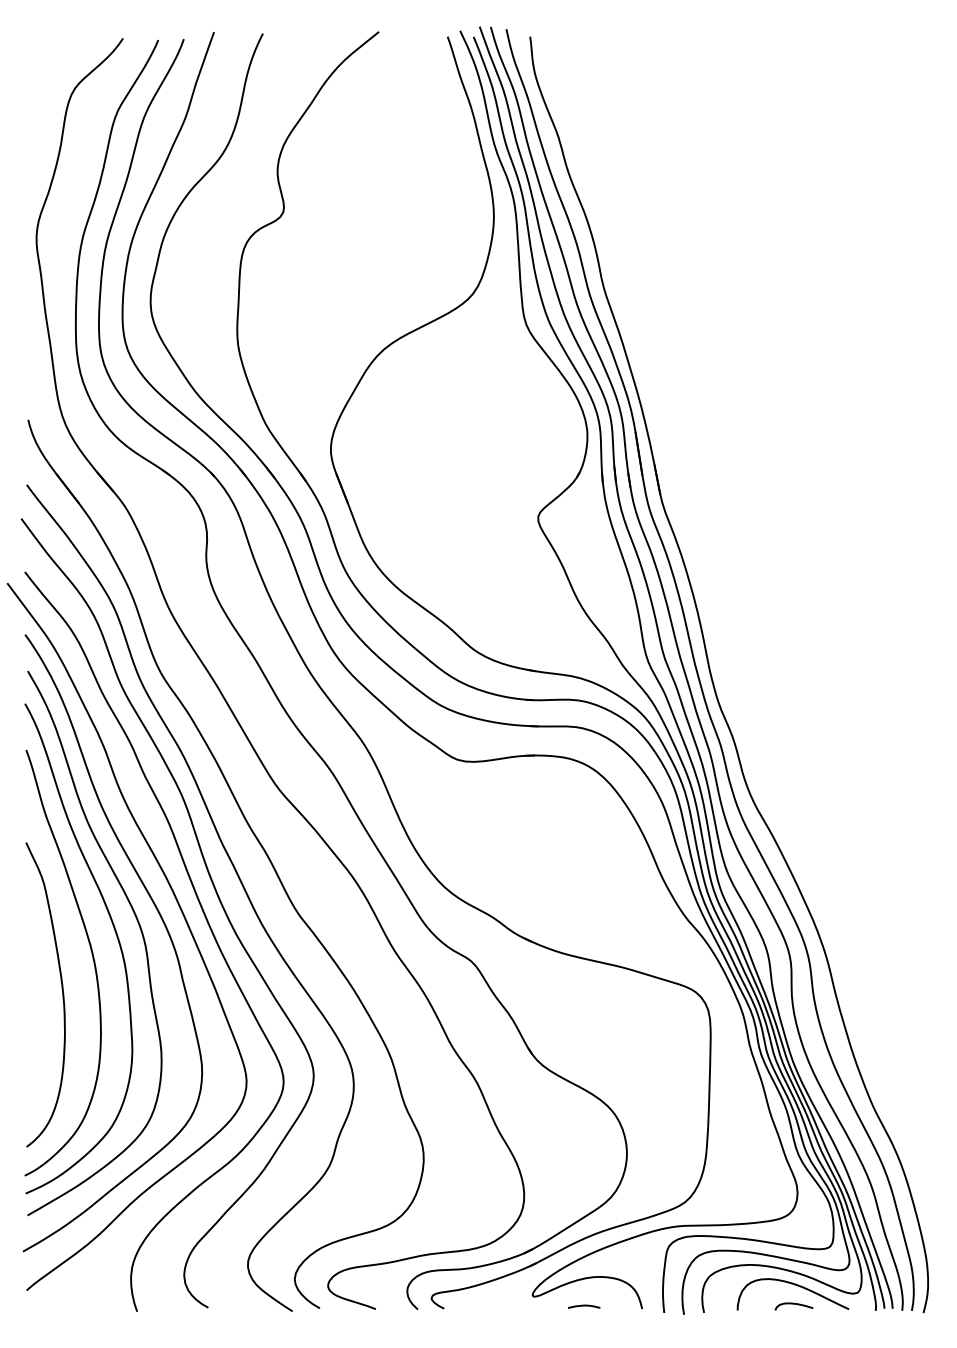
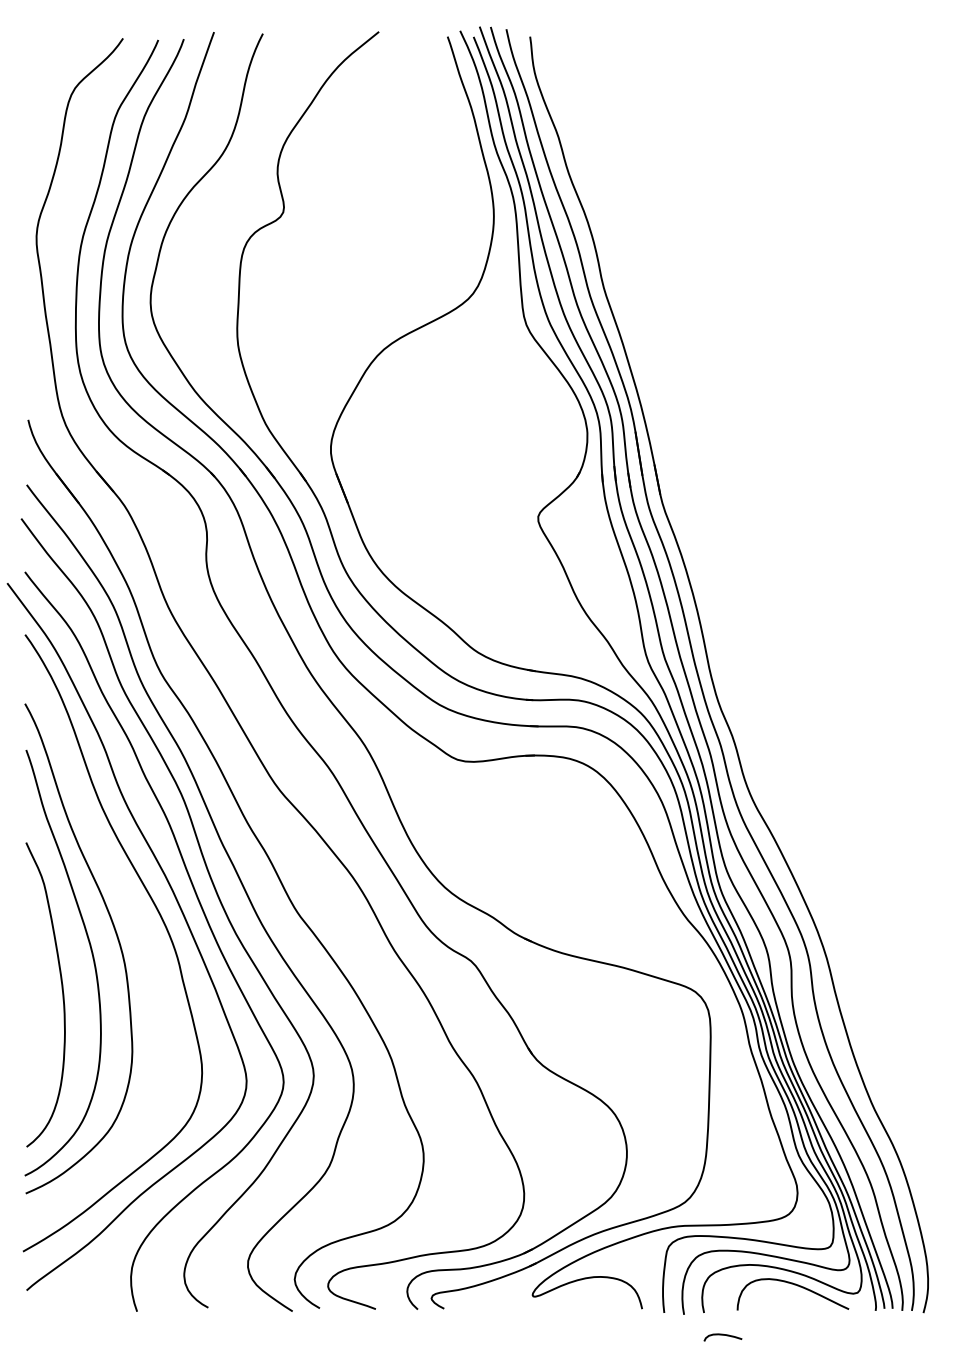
curve at (139, 928): present -> none
curve at (793, 1304) position: (793, 1304) -> (722, 1335)
curve at (584, 1306): present -> none
